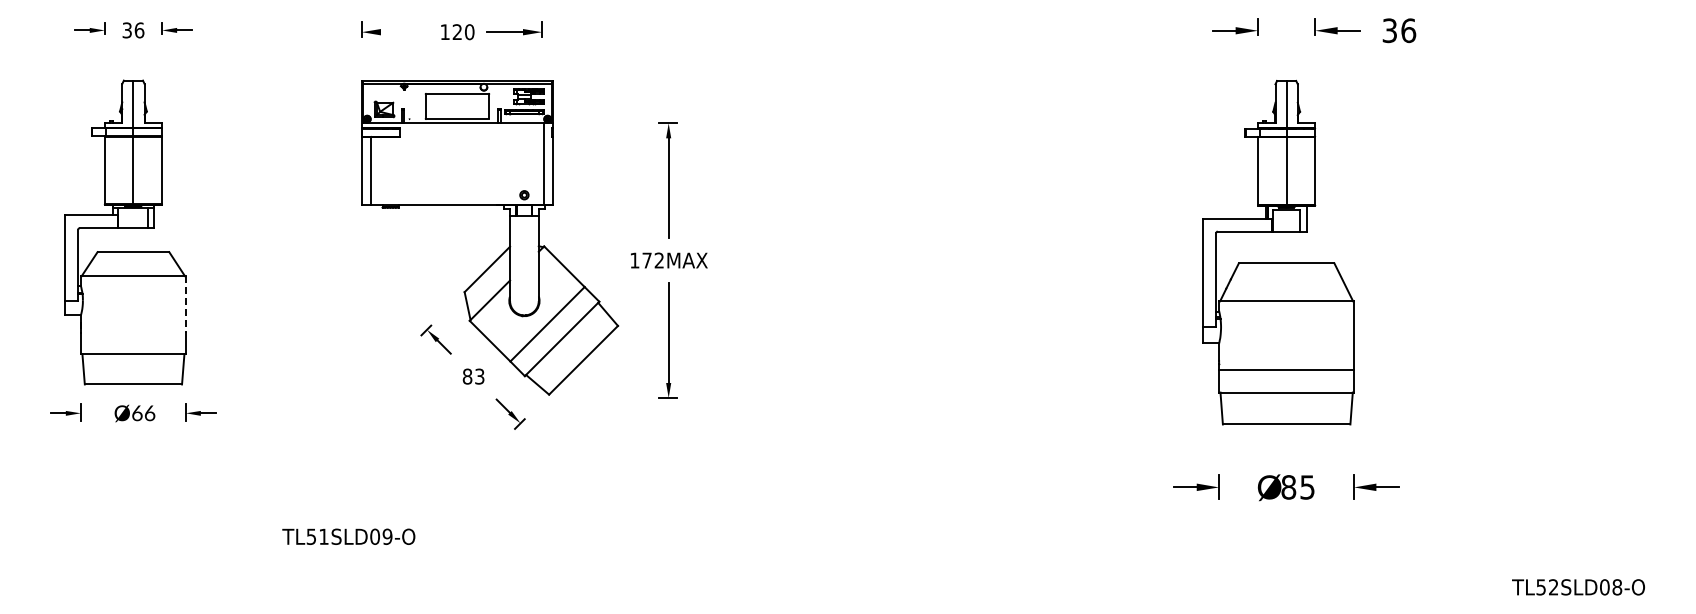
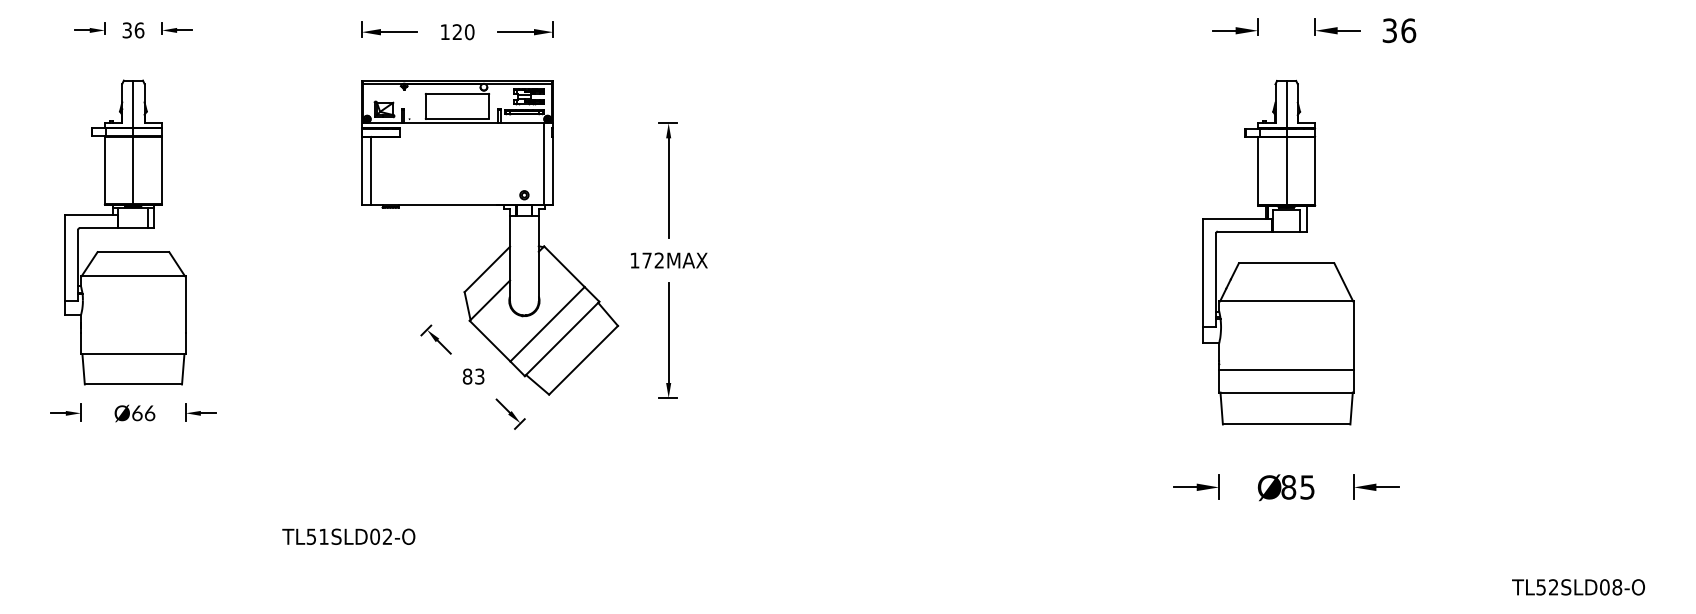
part at (514, 29) position: (514, 29) -> (525, 29)
line at (398, 32): none -> present
line at (185, 304): dashed -> solid
text at (387, 536): TL51SLD09-O -> TL51SLD02-O
